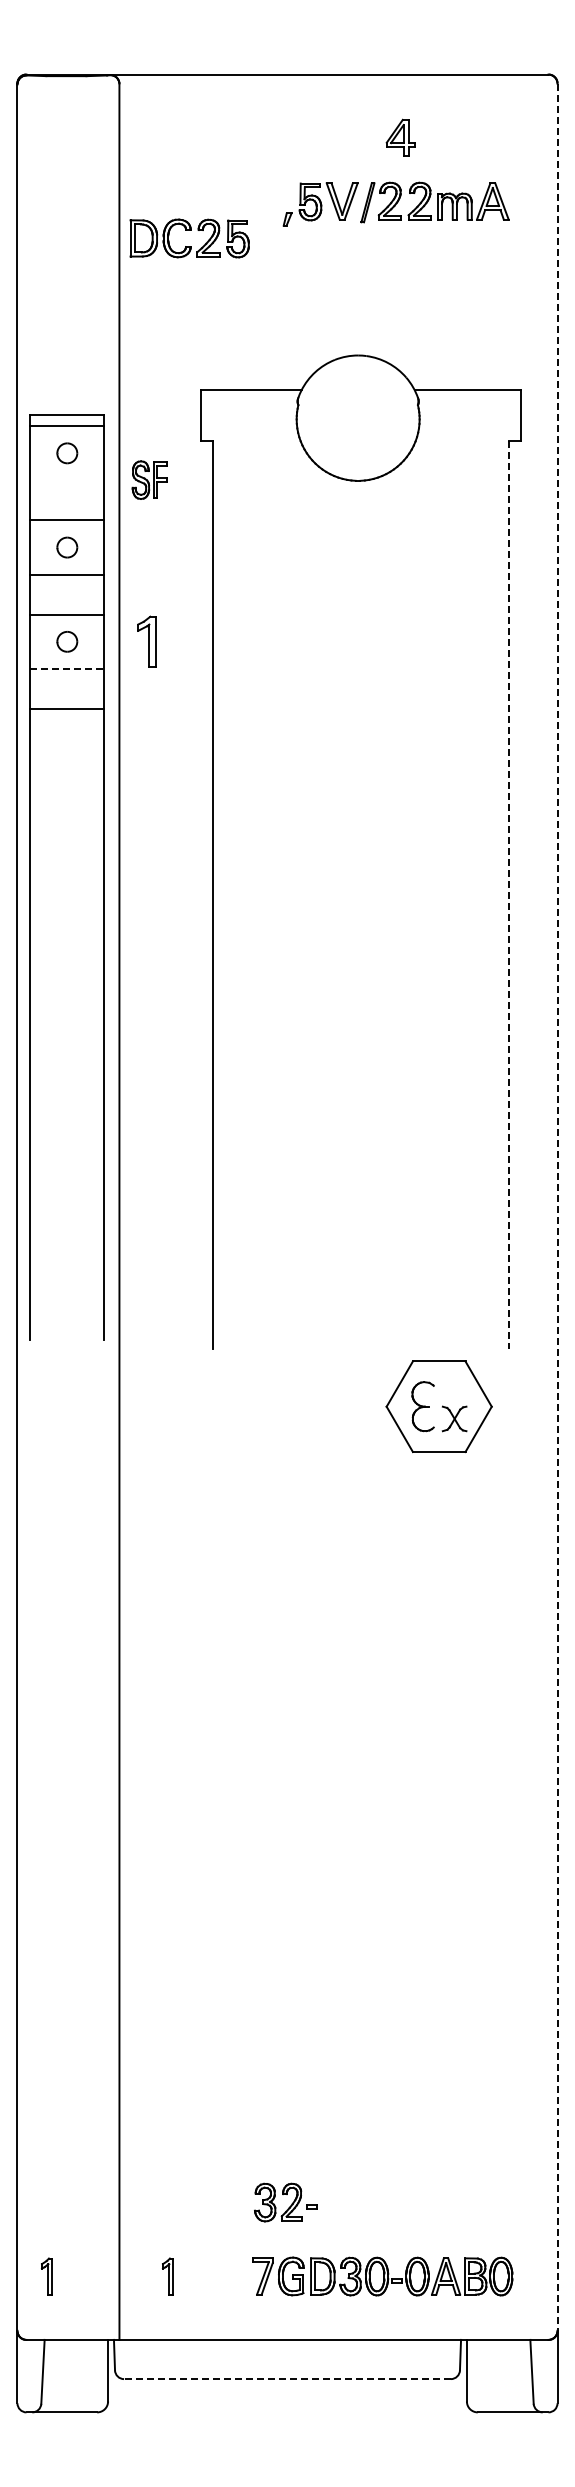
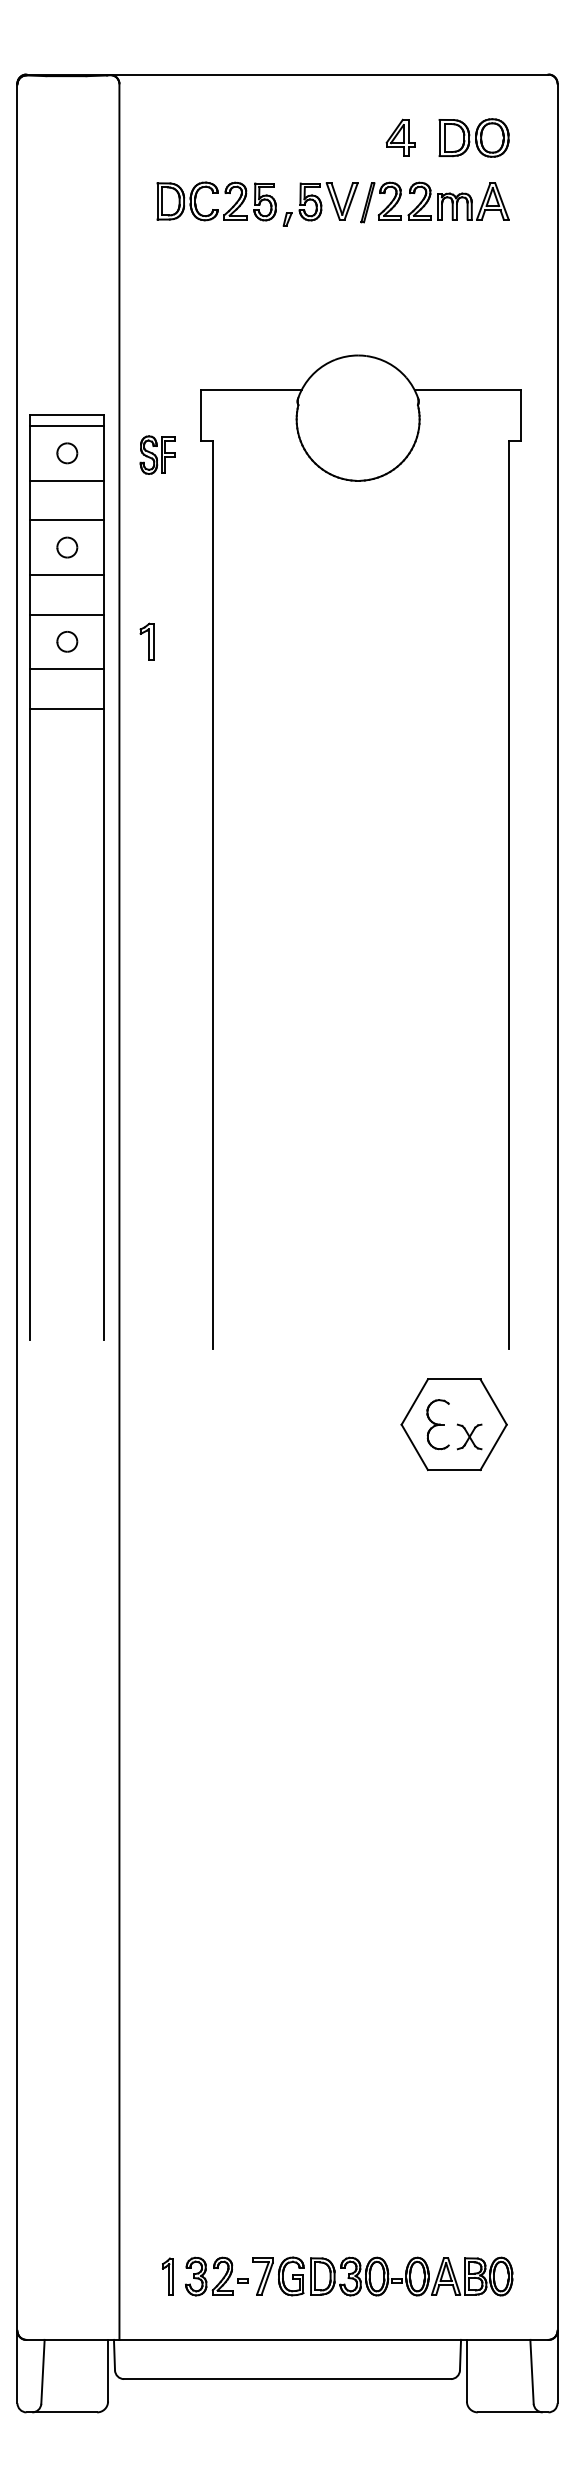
part at (473, 137): none -> present
part at (189, 230) position: (189, 230) -> (216, 193)
part at (149, 479) position: (149, 479) -> (157, 454)
line at (66, 480): none -> present
part at (146, 641) size: 20x53 px -> 16x39 px
line at (66, 669): dashed -> solid
line at (508, 895): dashed -> solid
line at (557, 1207): dashed -> solid
part at (438, 1406) position: (438, 1406) -> (453, 1424)
part at (285, 2202) position: (285, 2202) -> (216, 2276)
part at (46, 2276): present -> none
line at (286, 2379): dashed -> solid
